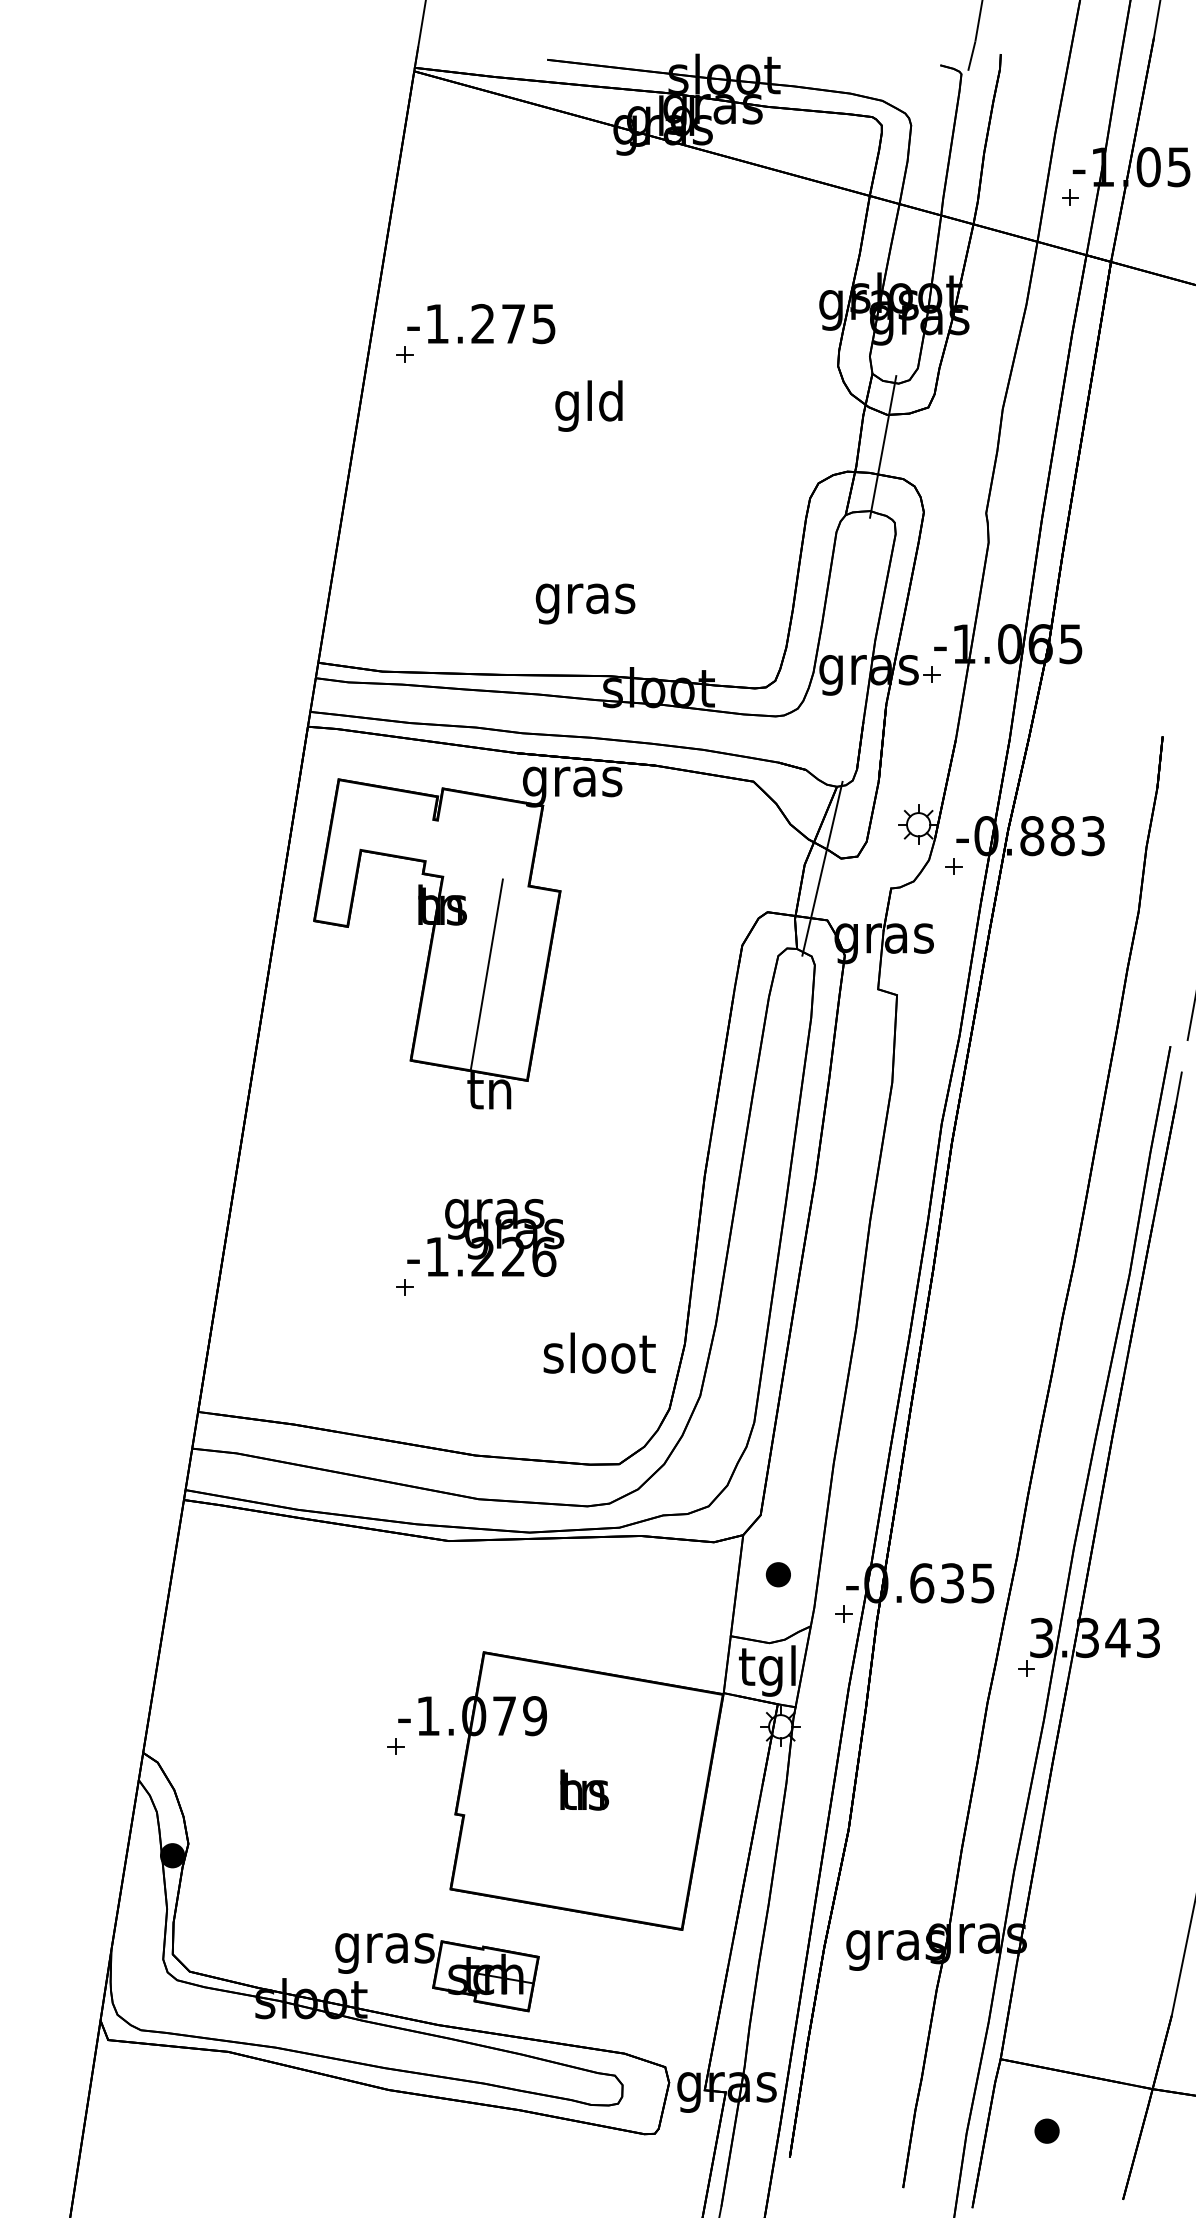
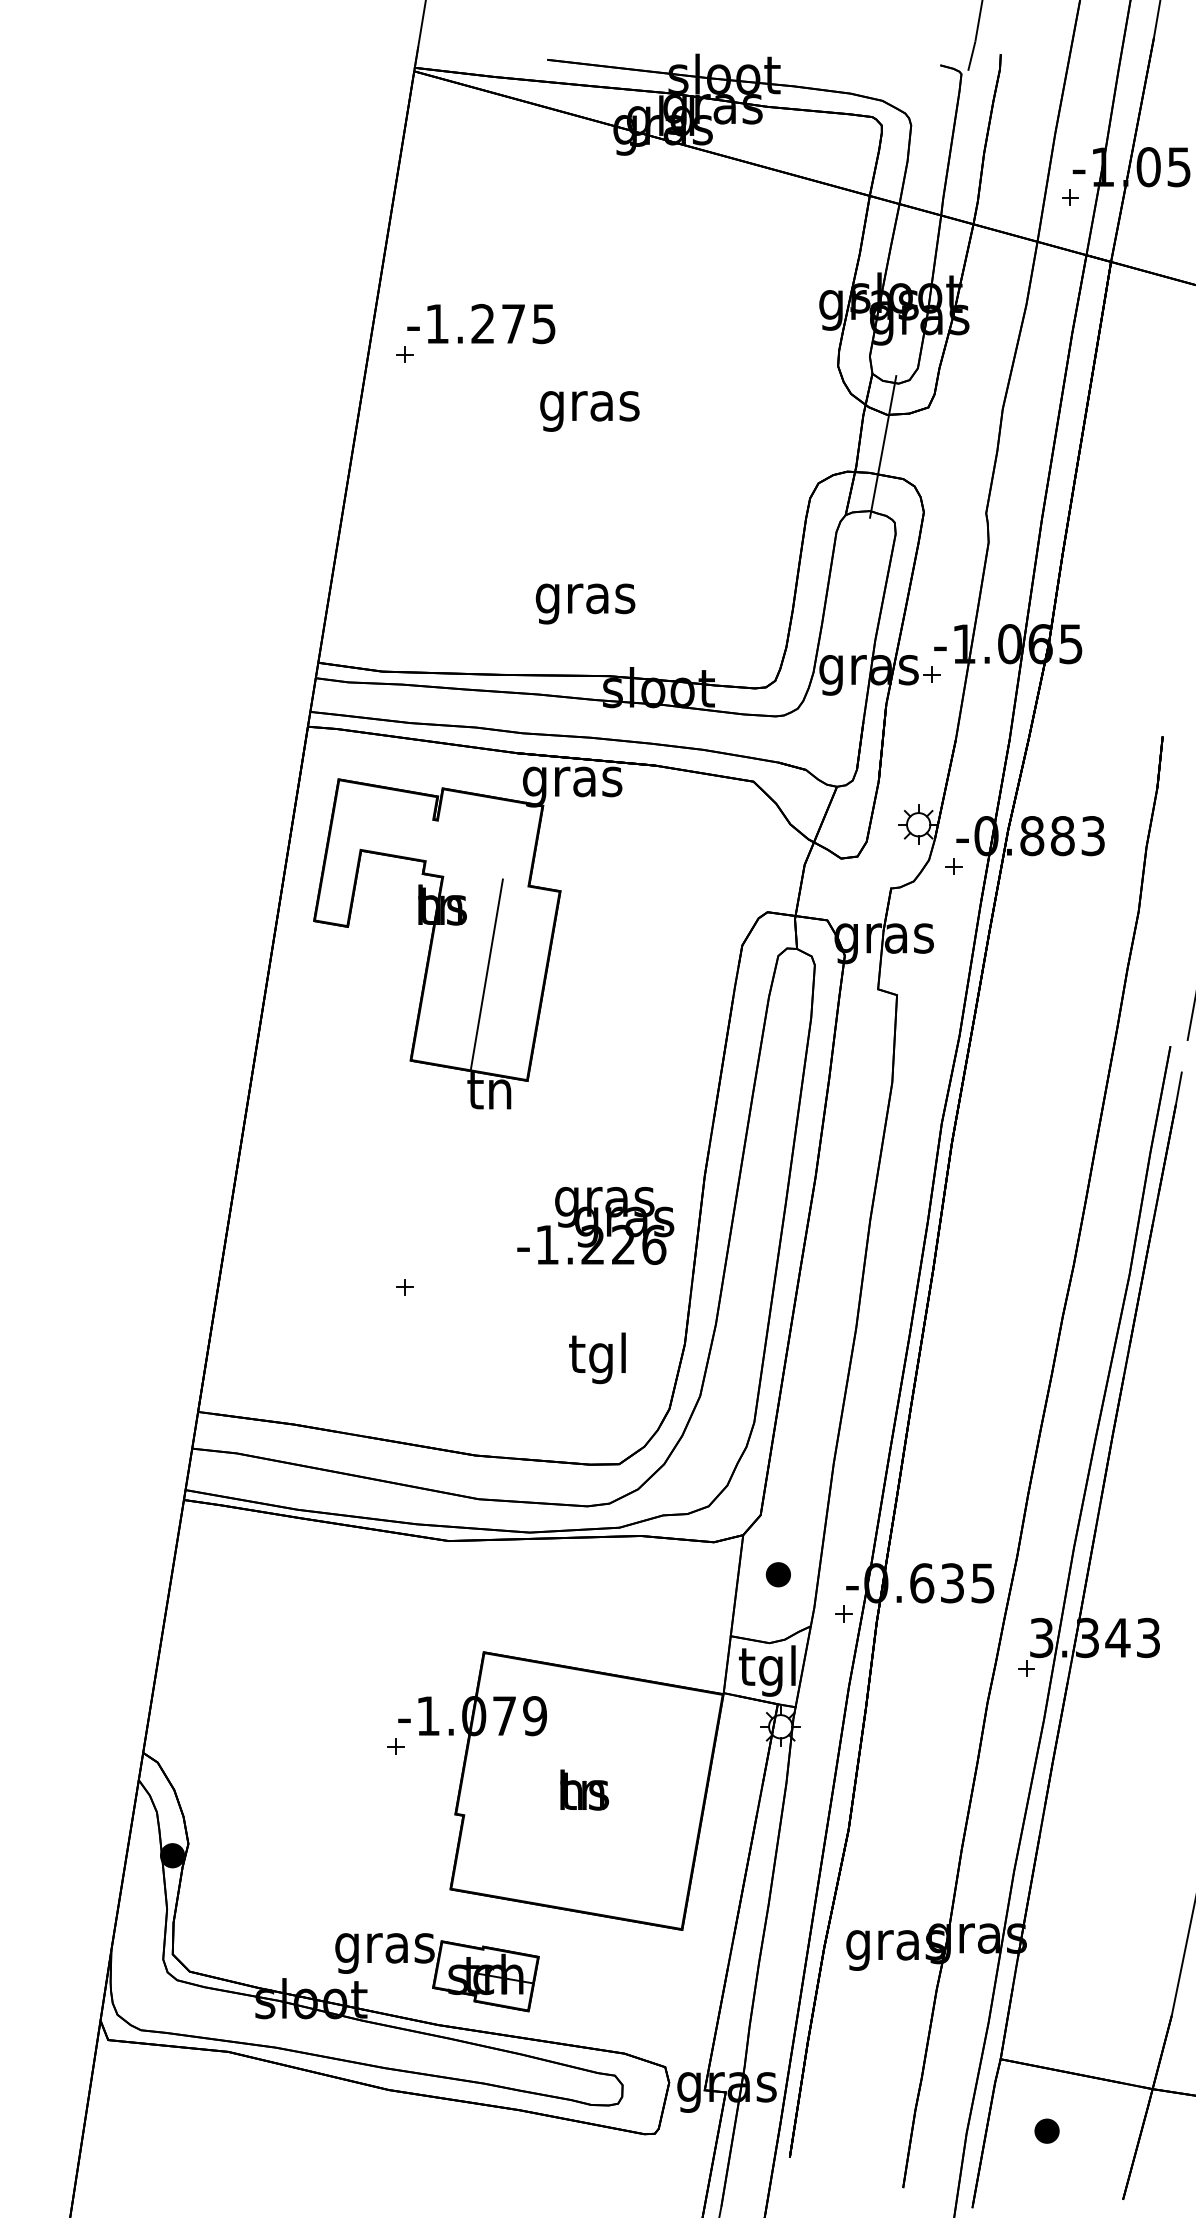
text at (589, 405): gld -> gras
line at (822, 868): present -> none
text at (485, 1237) position: (485, 1237) -> (595, 1225)
text at (599, 1358): sloot -> tgl
